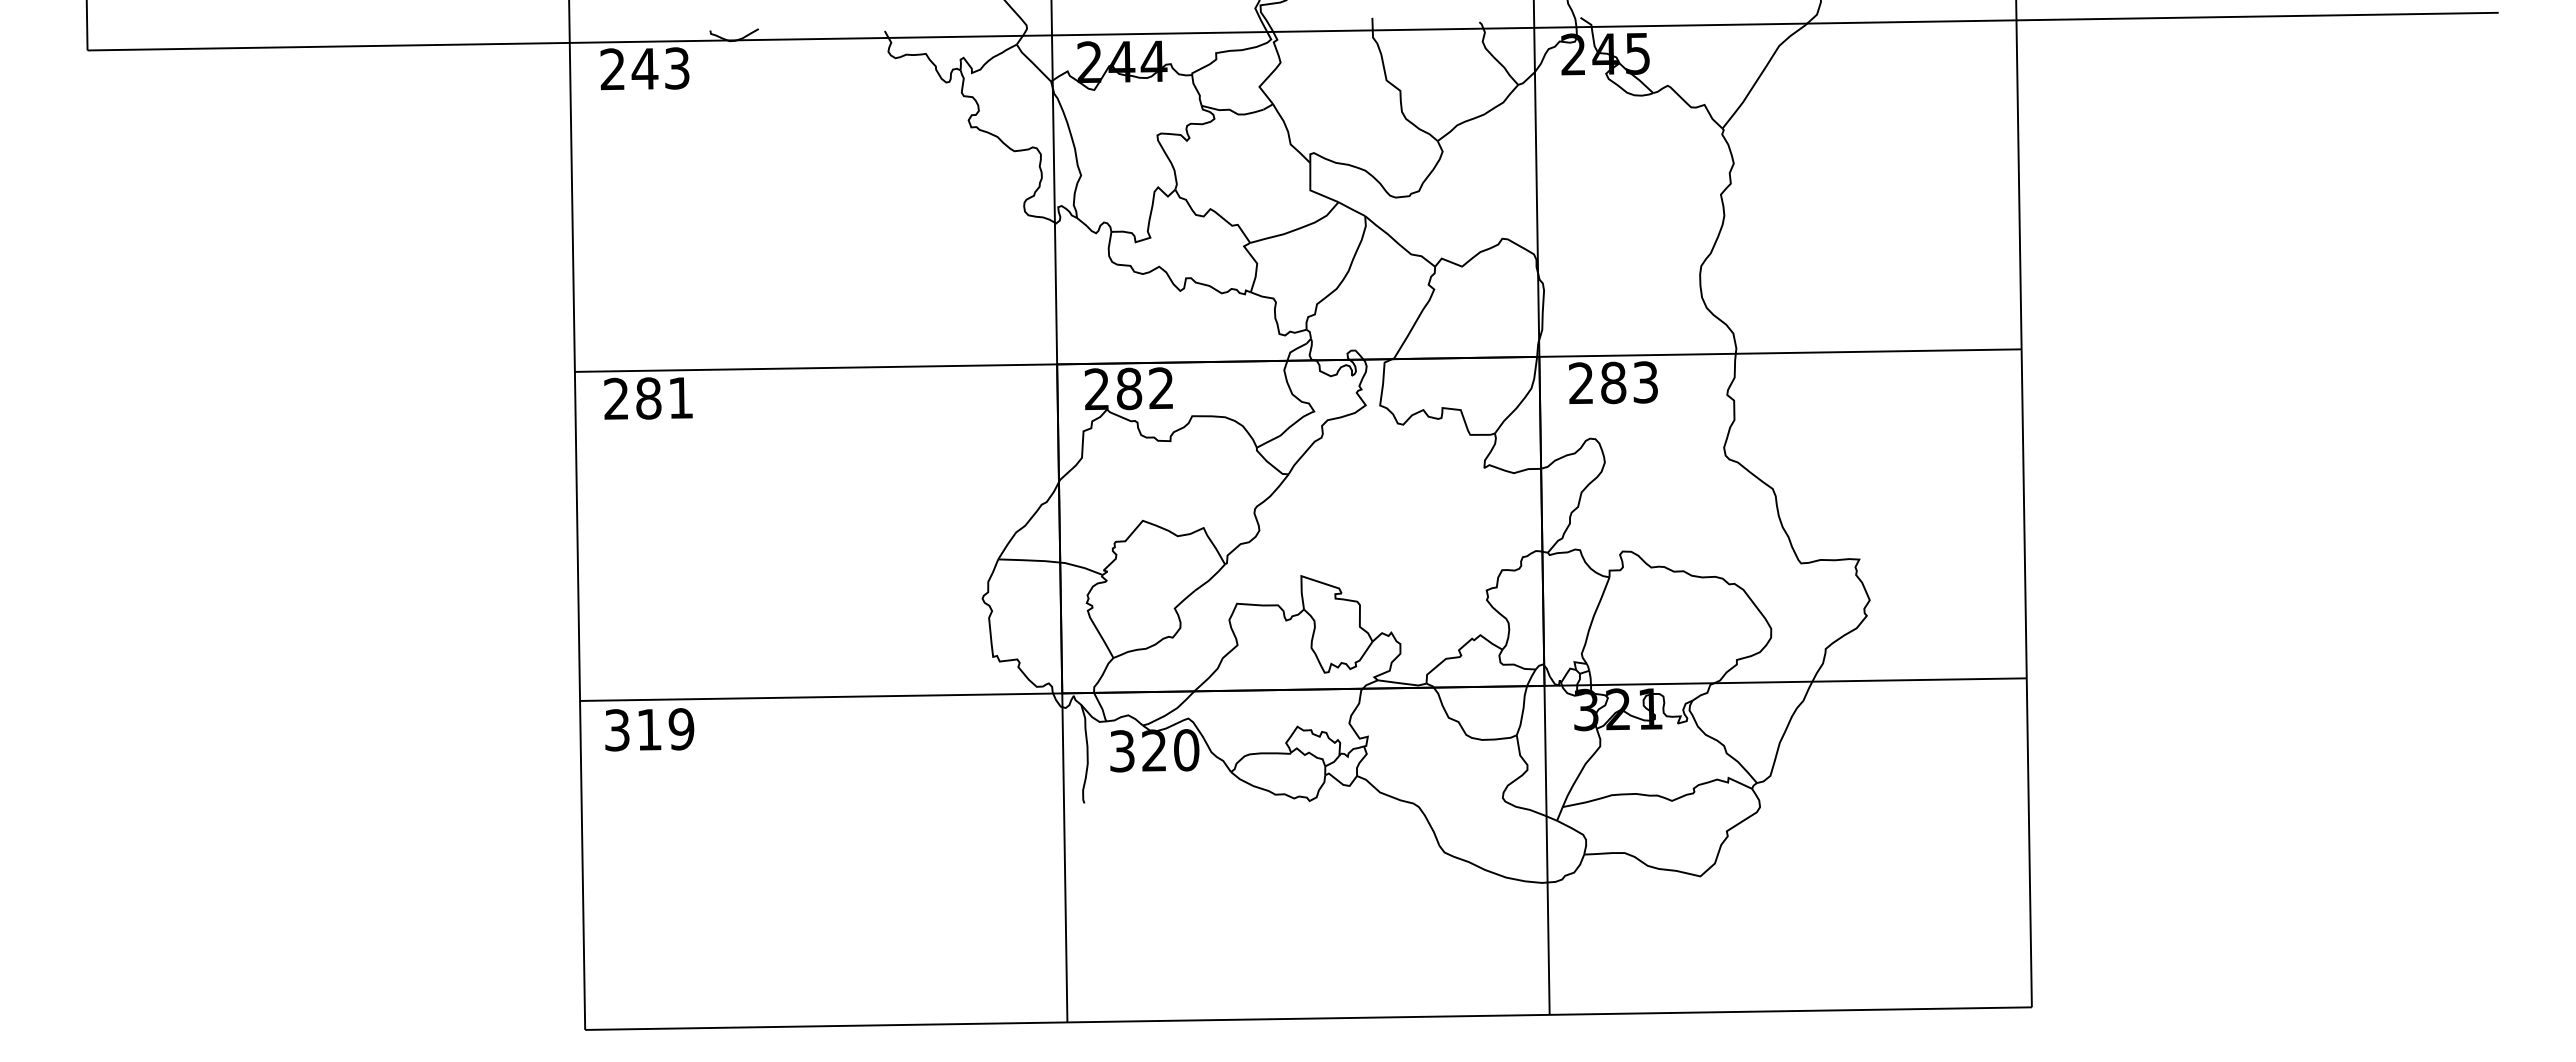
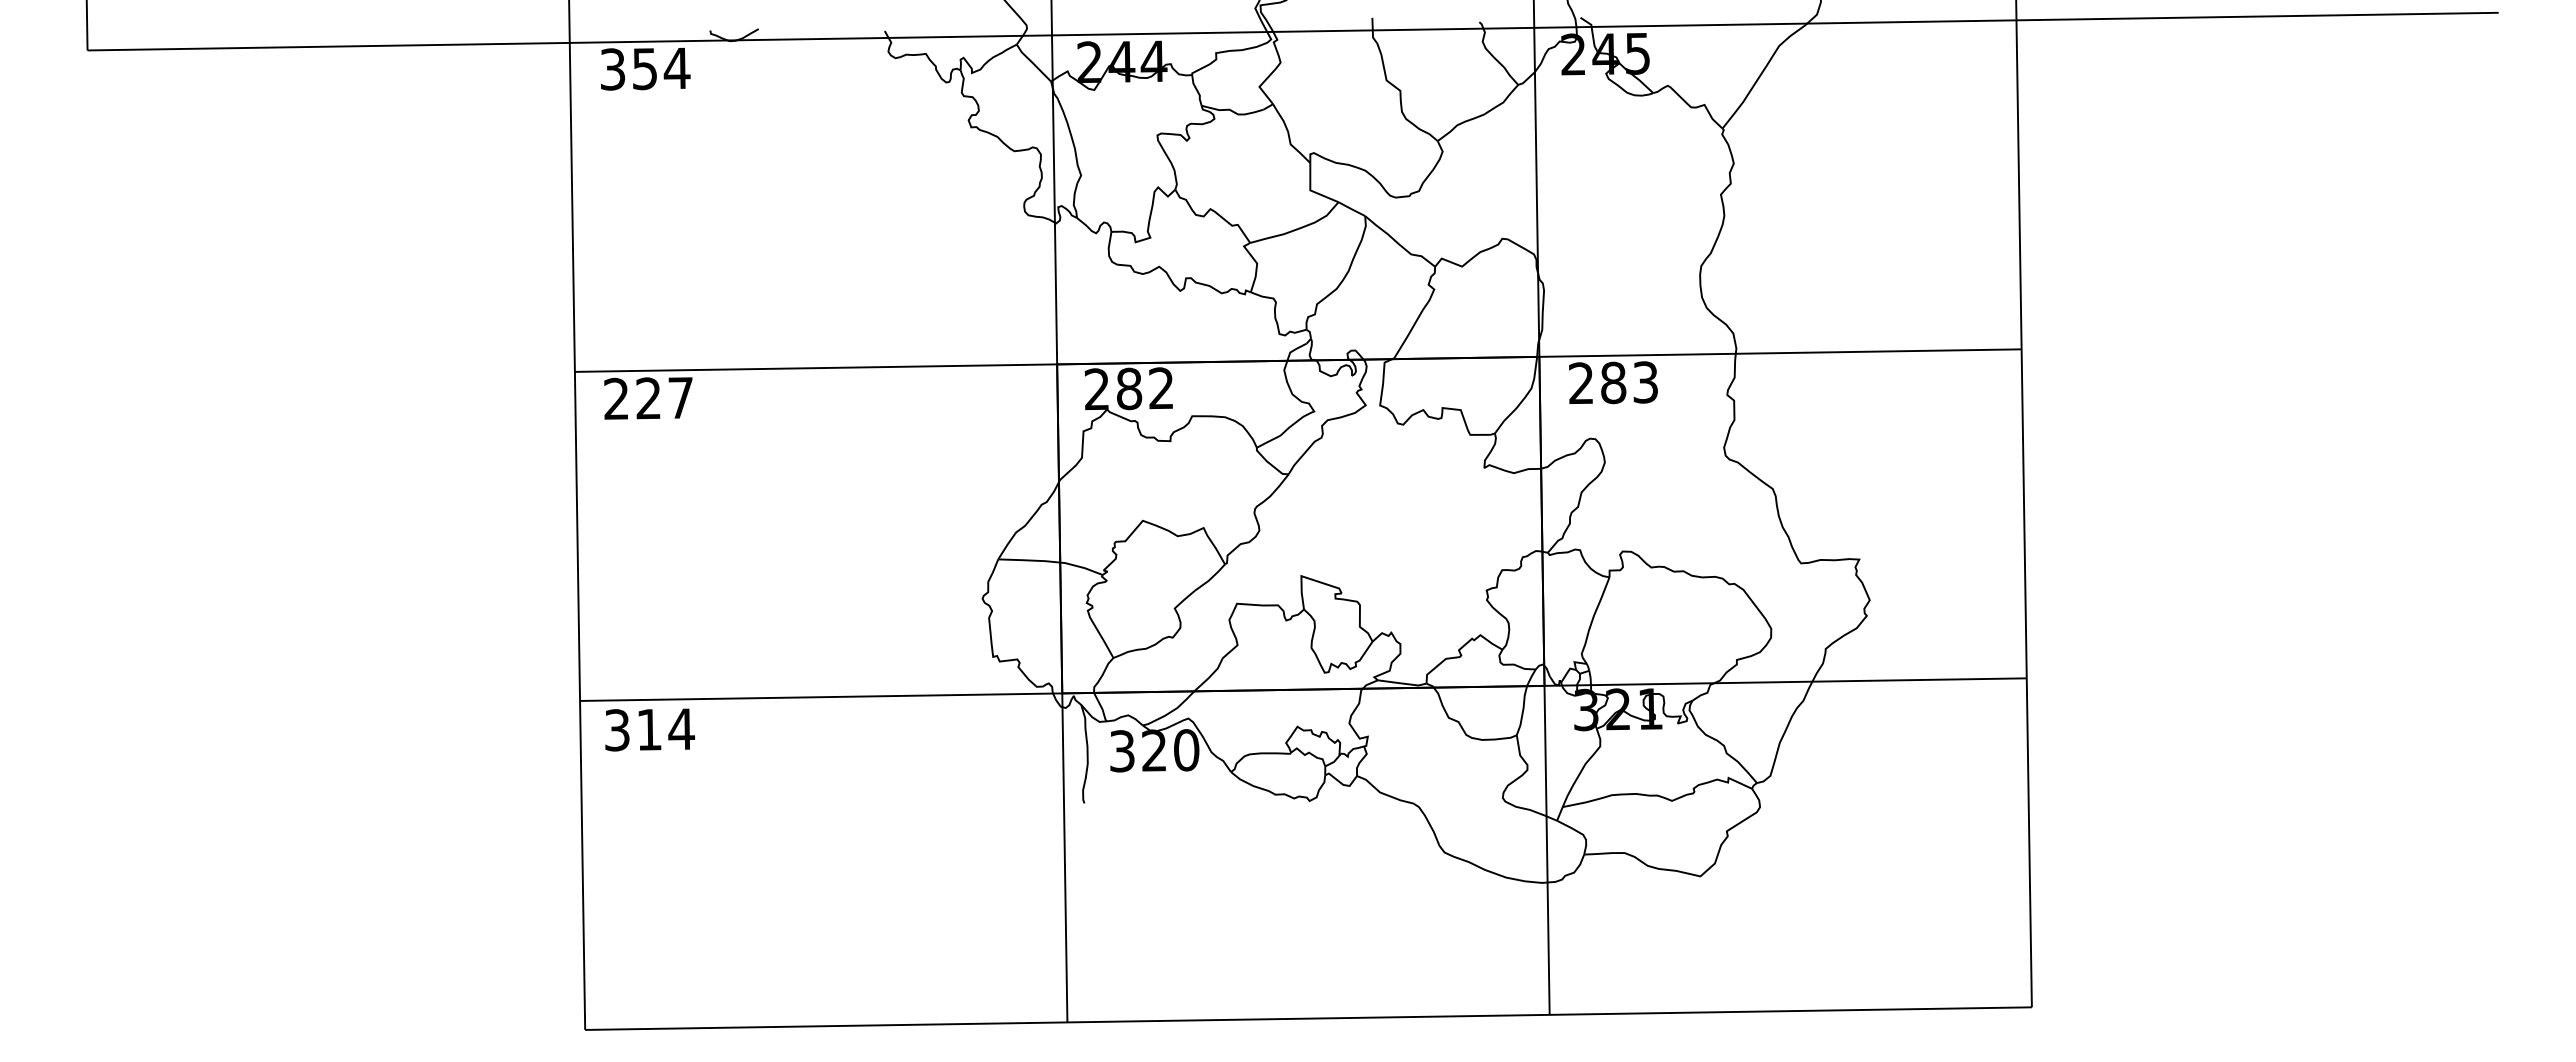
text at (645, 68): 243 -> 354
text at (664, 398): 281 -> 227
text at (681, 729): 319 -> 314
